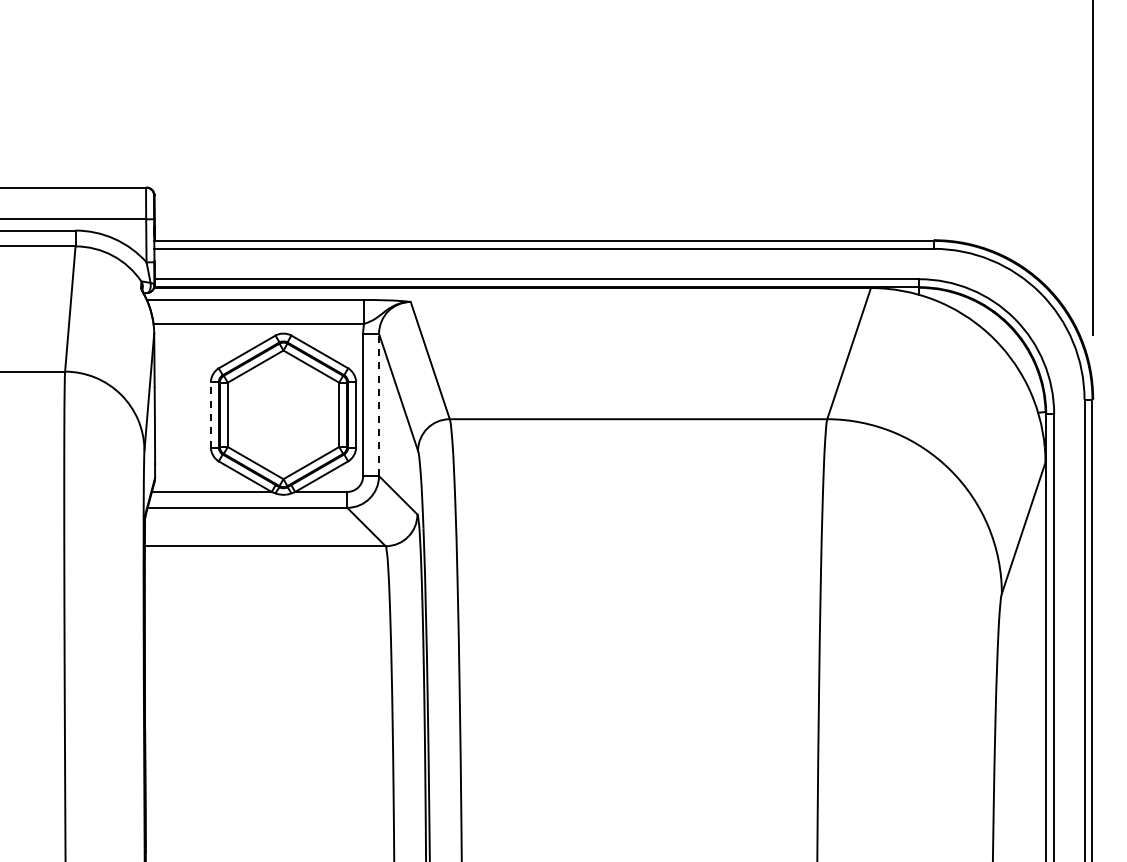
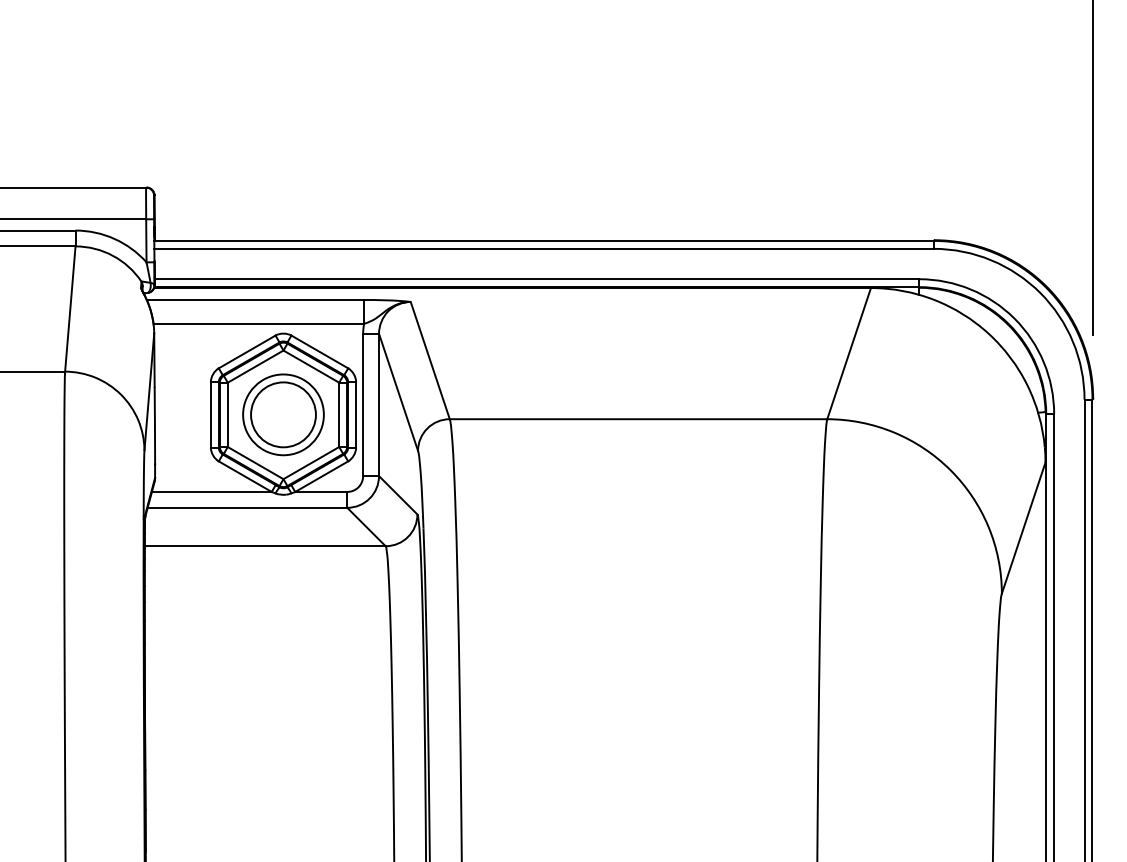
line at (379, 404): dashed -> solid
line at (210, 414): dashed -> solid
part at (283, 414): none -> present
